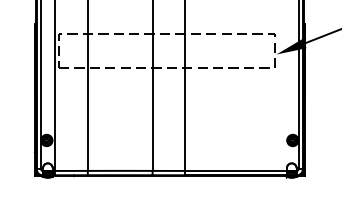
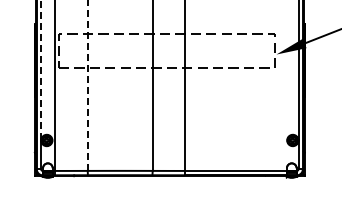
line at (41, 69): solid -> dashed
line at (87, 85): solid -> dashed
